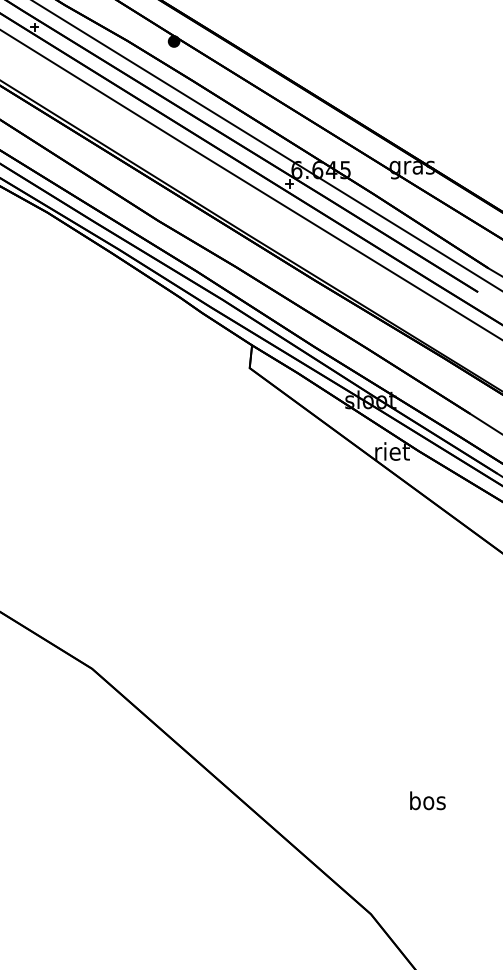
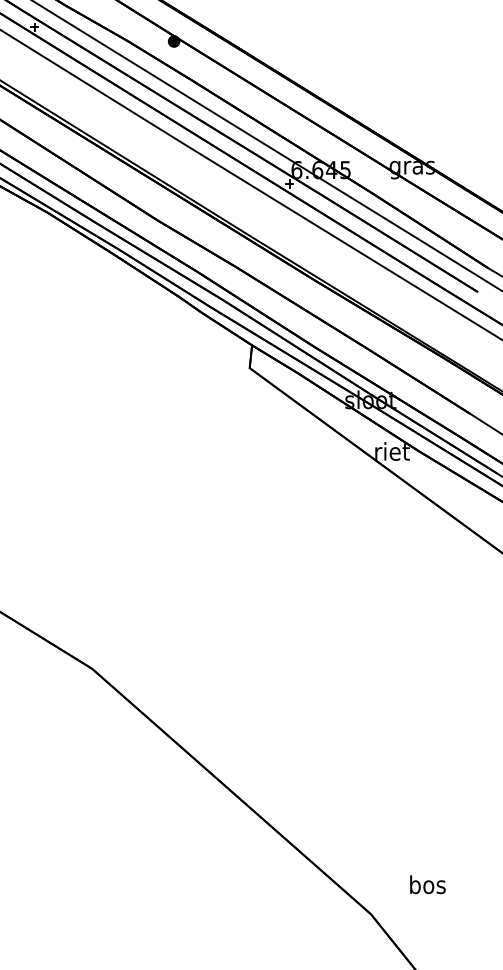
text at (427, 800) position: (427, 800) -> (427, 884)
